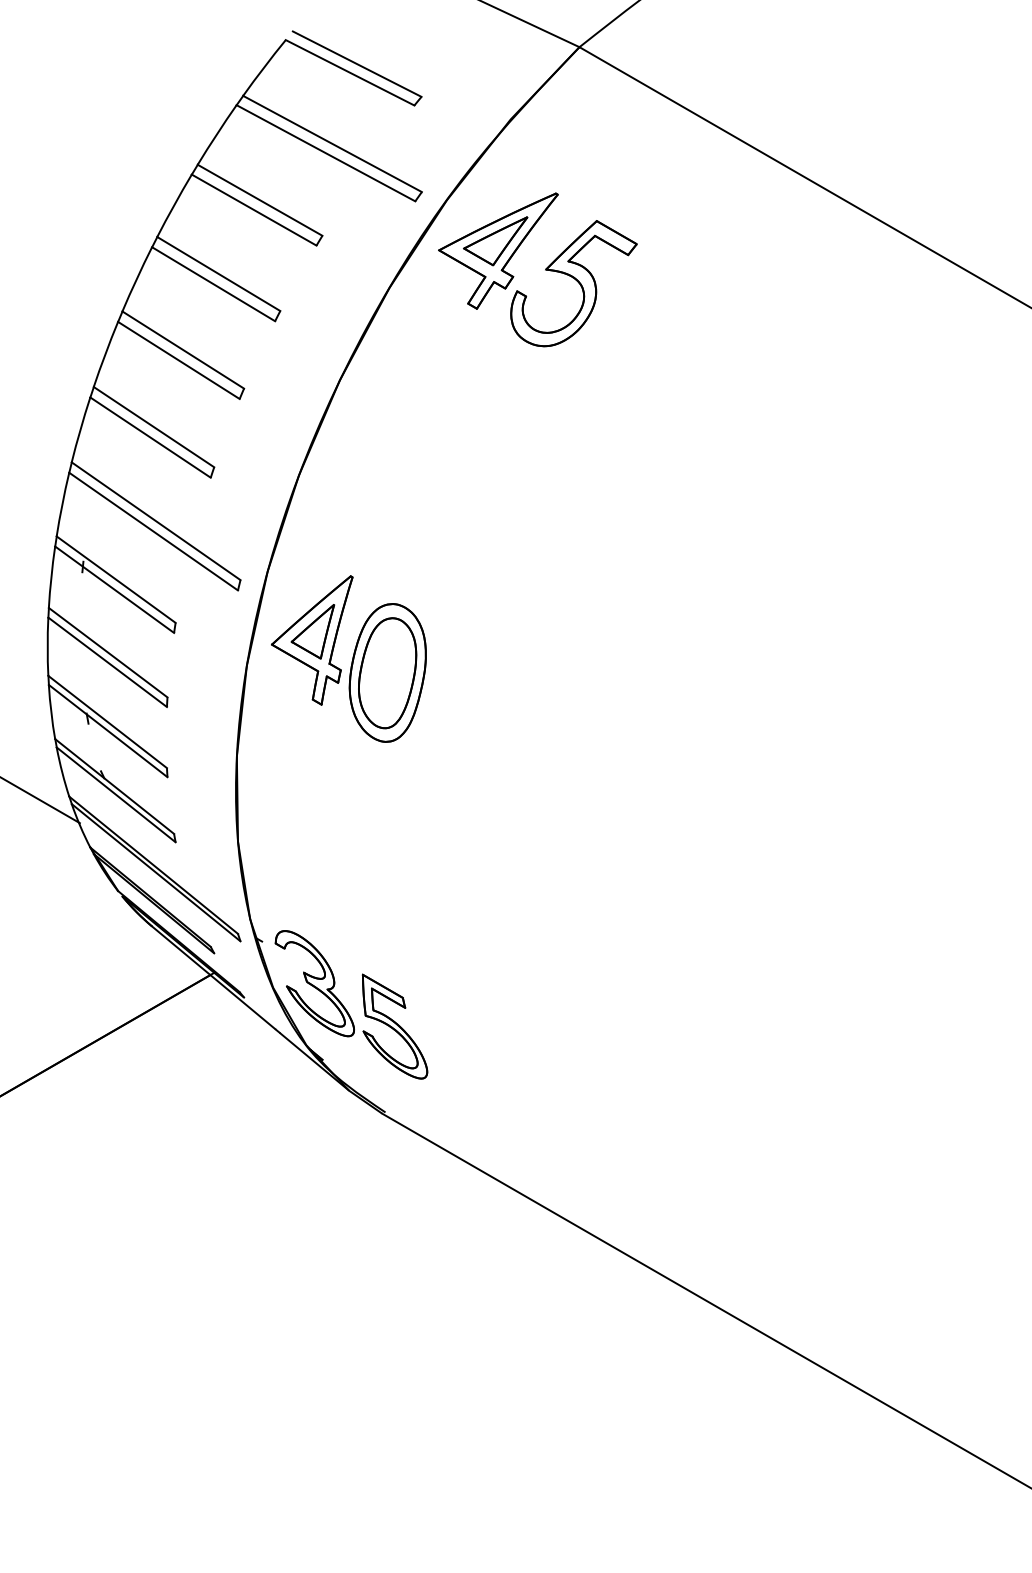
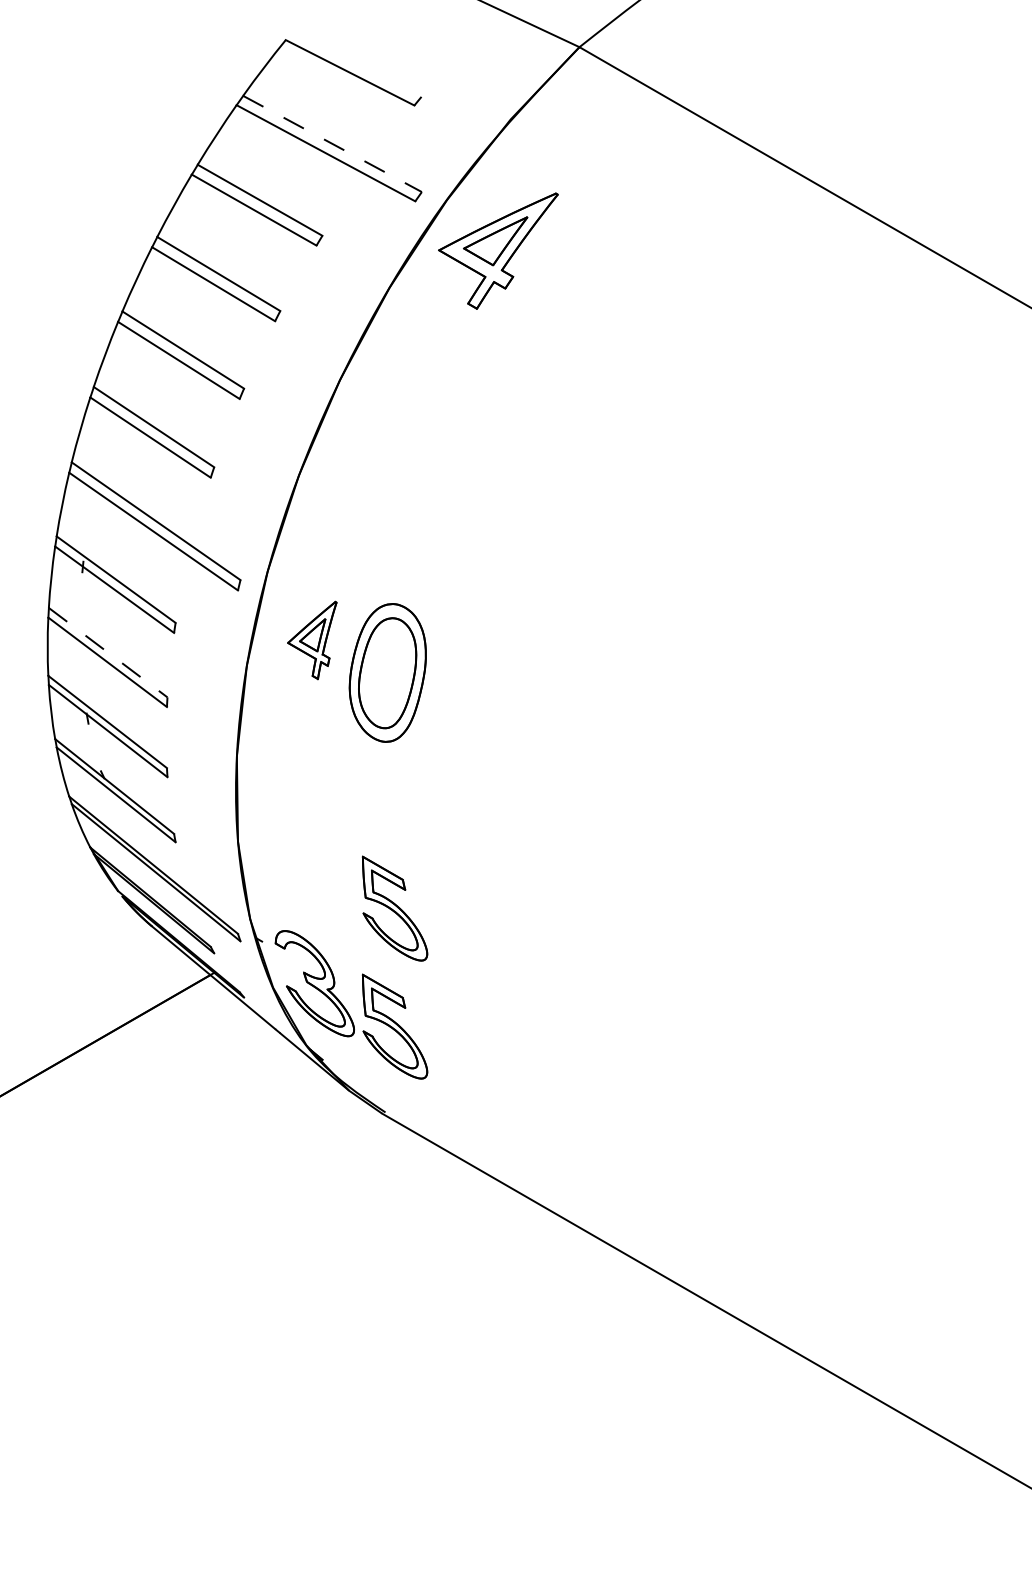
line at (356, 63): present -> none
line at (332, 144): solid -> dashed
part at (573, 283): present -> none
part at (312, 640) size: 83x131 px -> 51x81 px
line at (108, 652): solid -> dashed
line at (40, 800): present -> none
part at (394, 908): none -> present
